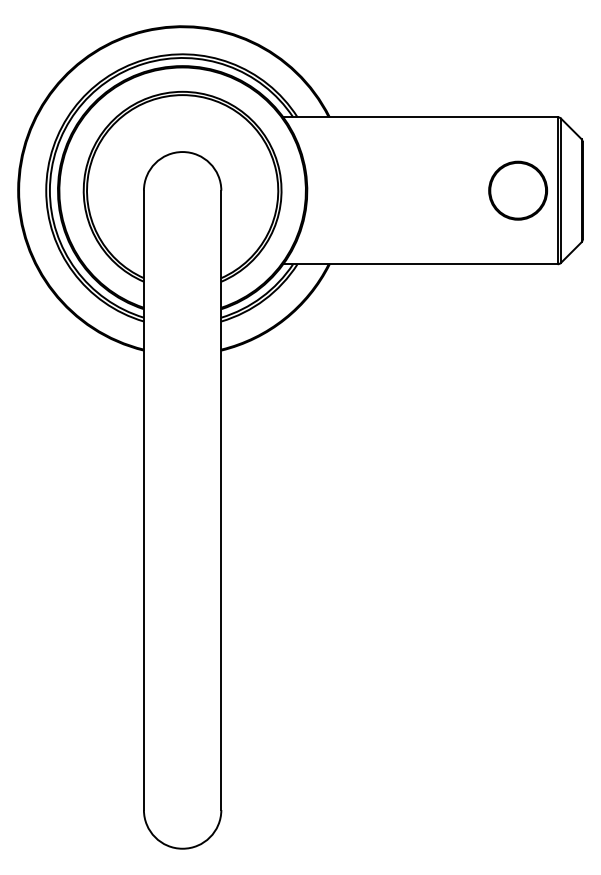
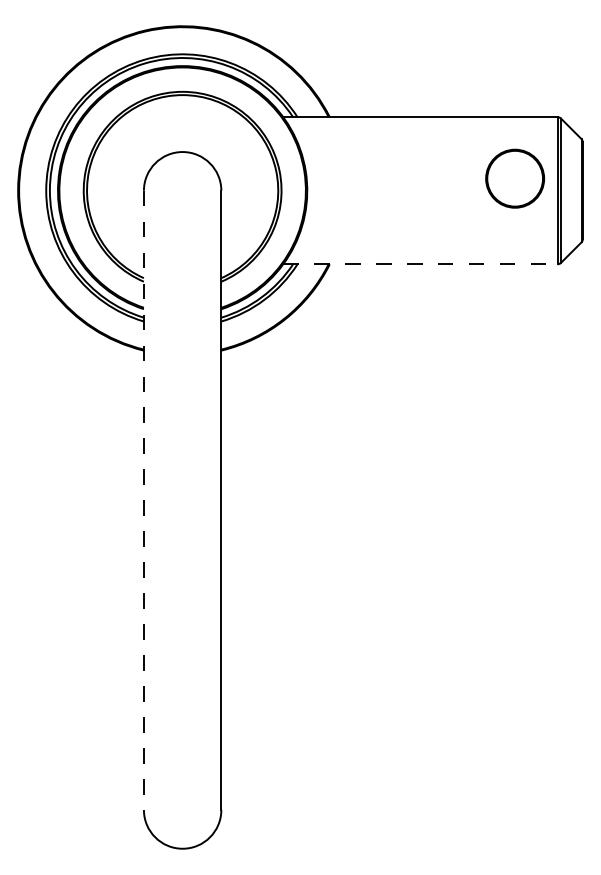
part at (518, 190) position: (518, 190) -> (515, 178)
line at (420, 264): solid -> dashed
line at (143, 500): solid -> dashed
